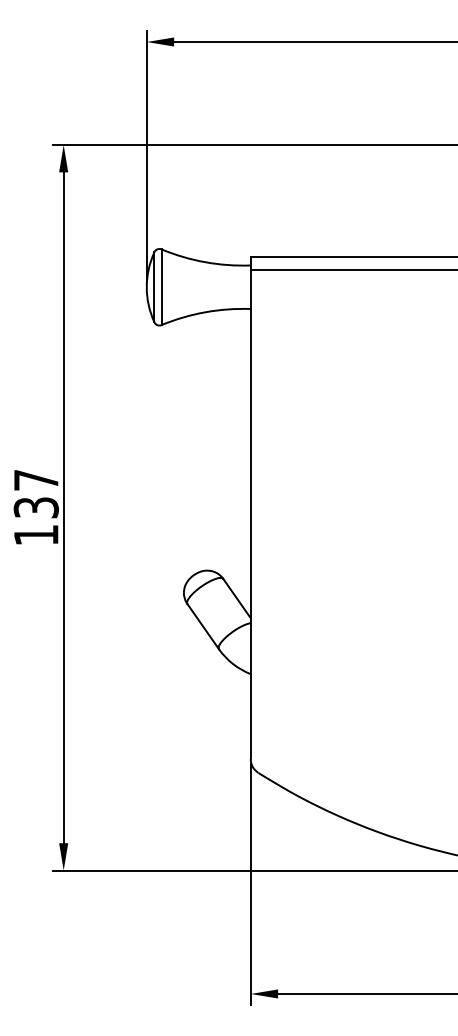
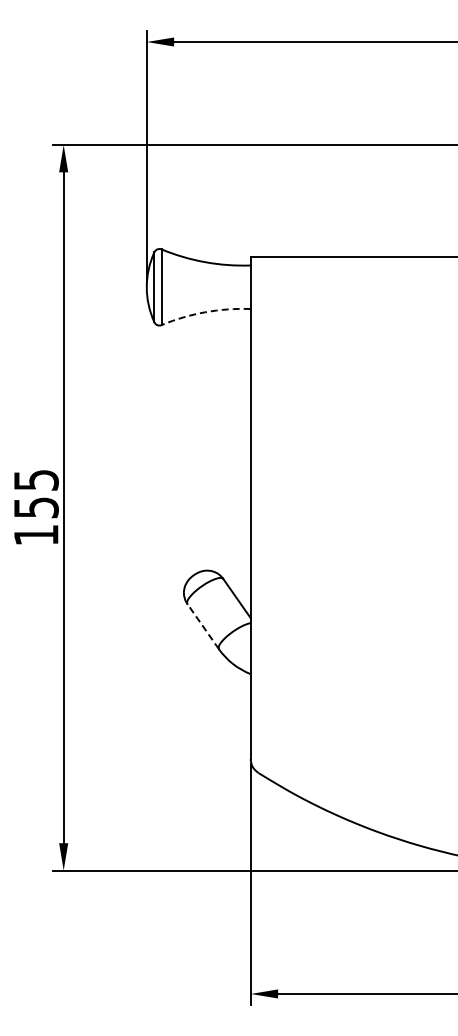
line at (352, 270): present -> none
arc at (205, 312): solid -> dashed
text at (35, 493): 137 -> 155
line at (203, 626): solid -> dashed
